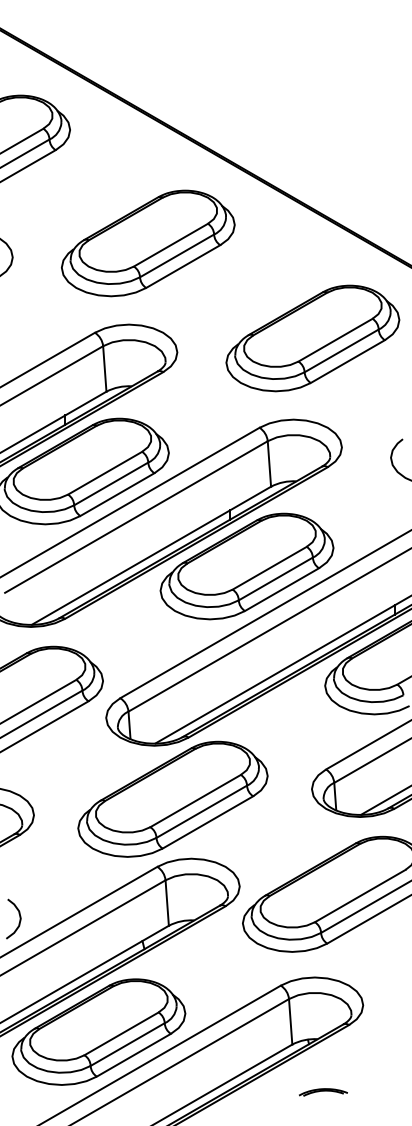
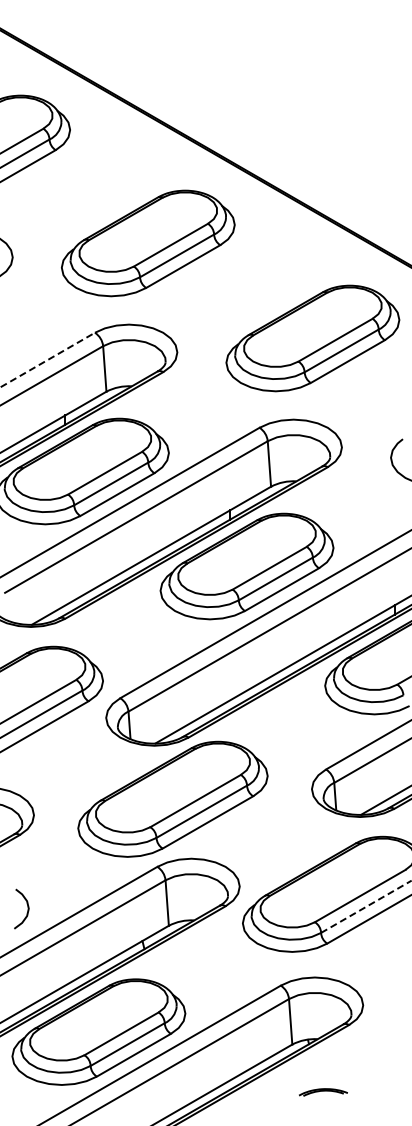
line at (48, 359): solid -> dashed
line at (366, 906): solid -> dashed
curve at (19, 918) position: (19, 918) -> (27, 908)
